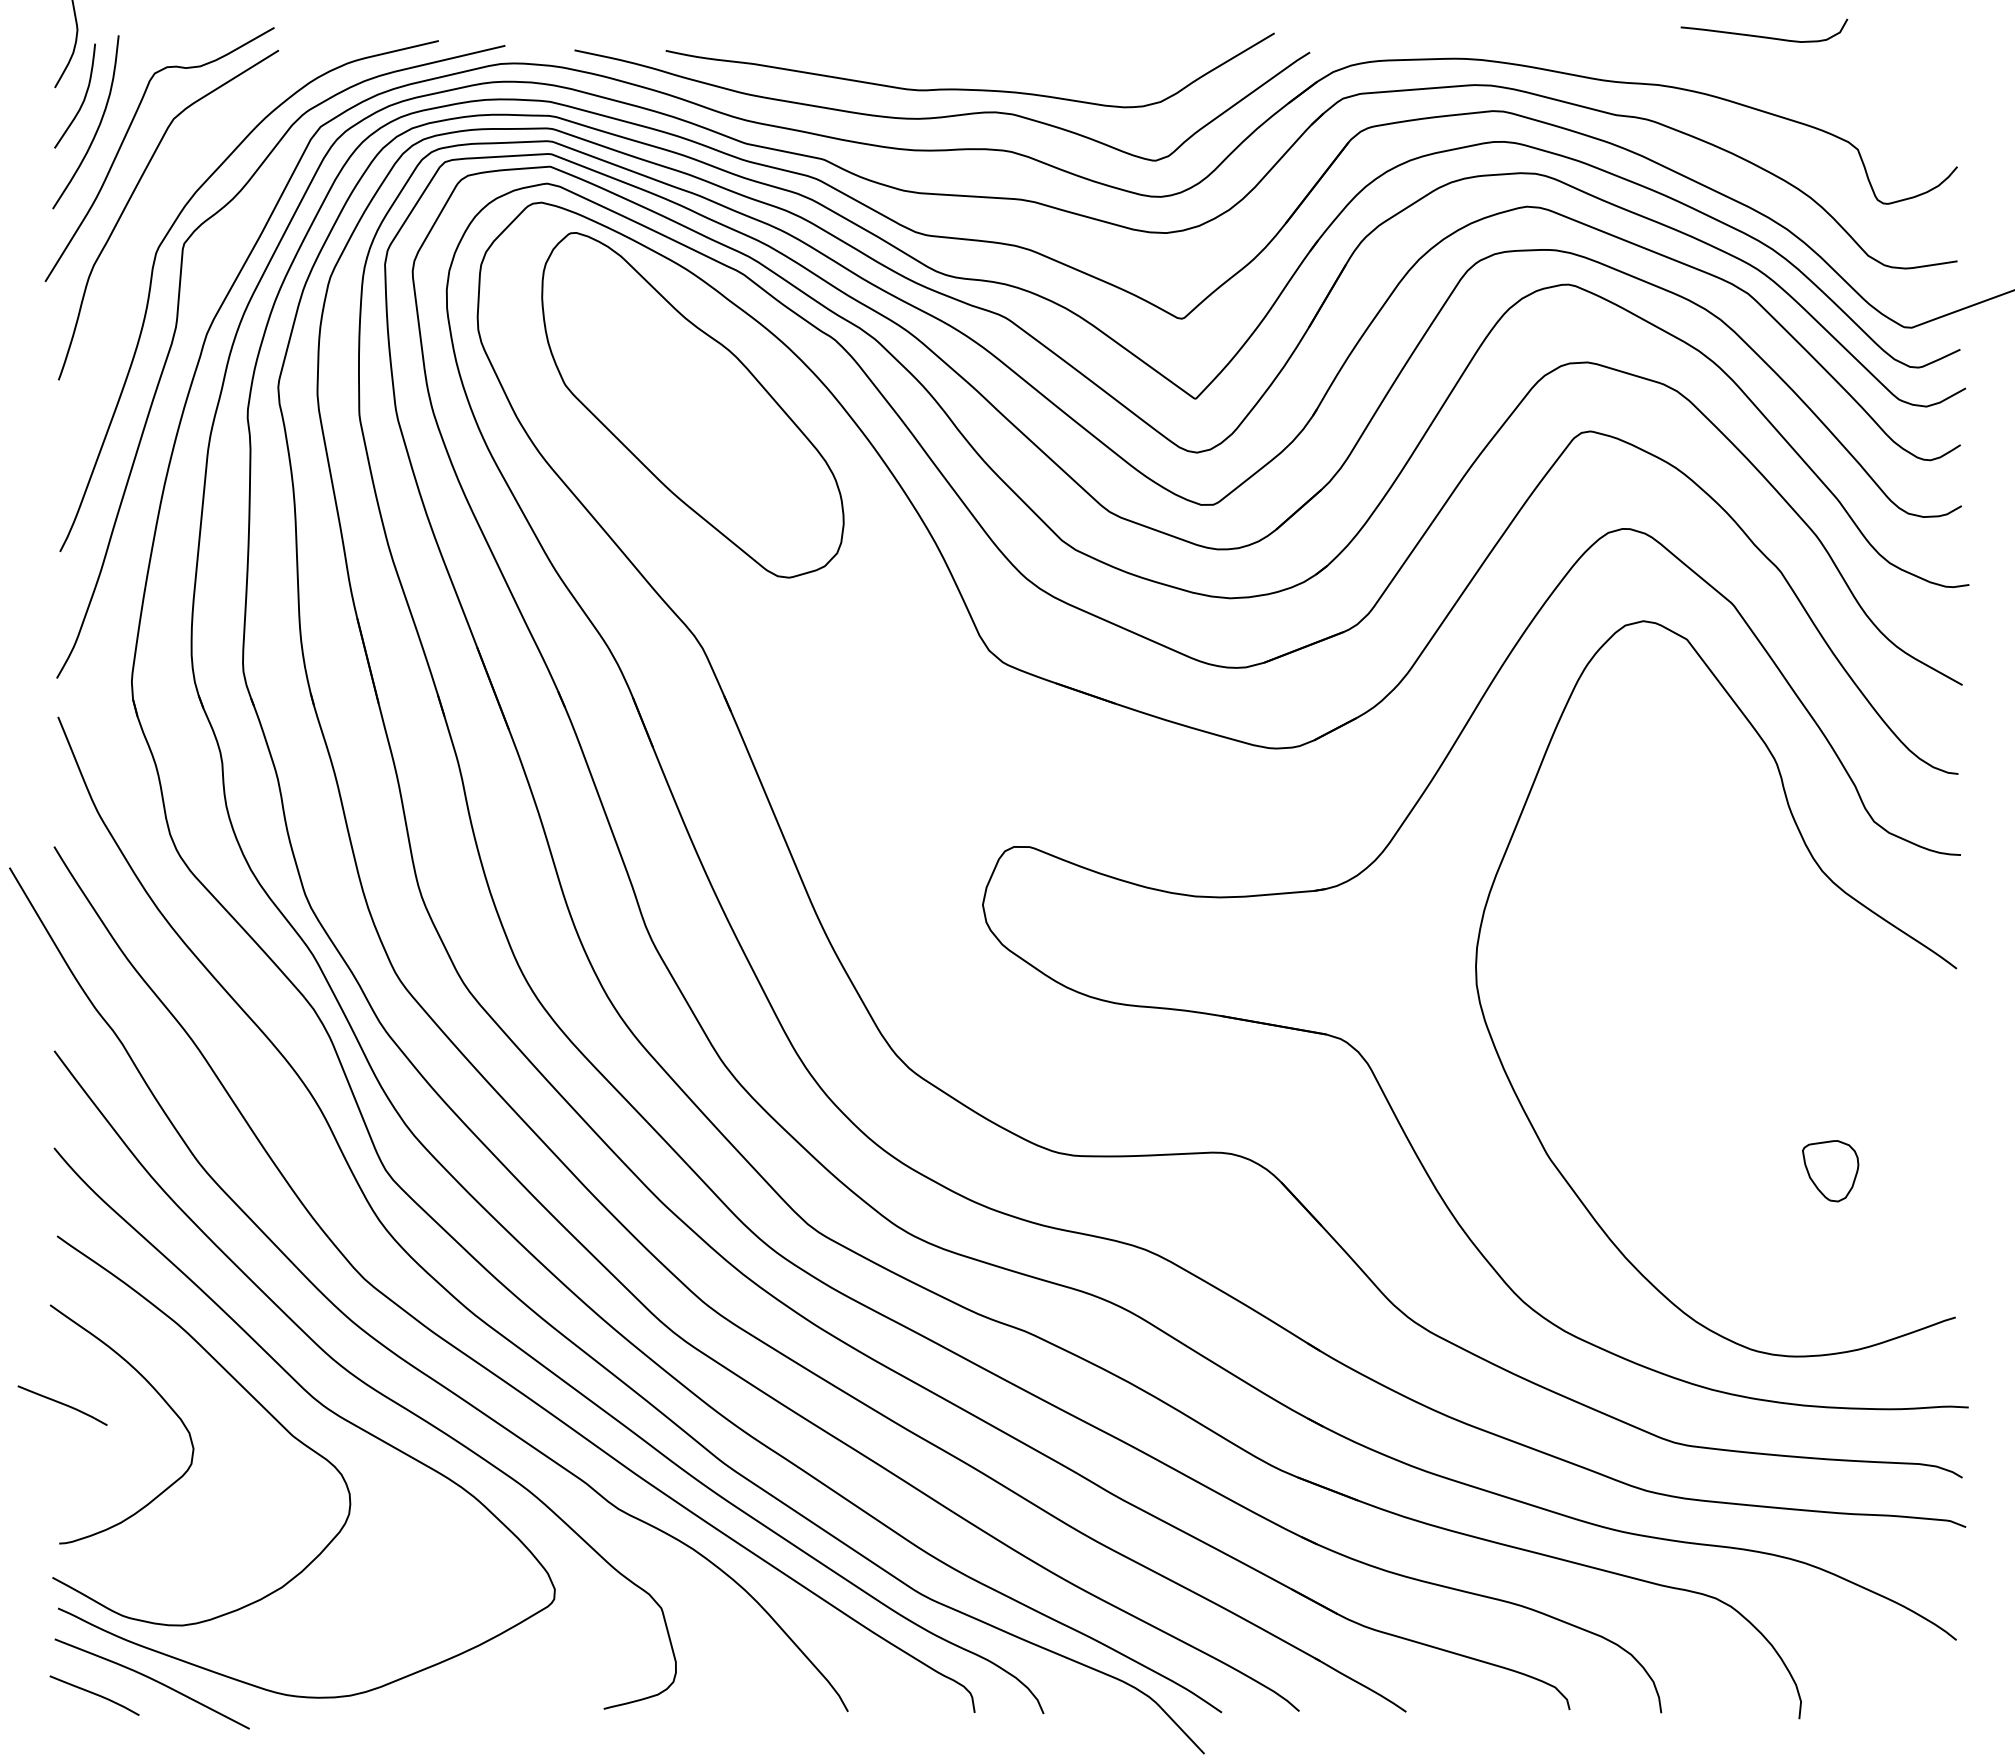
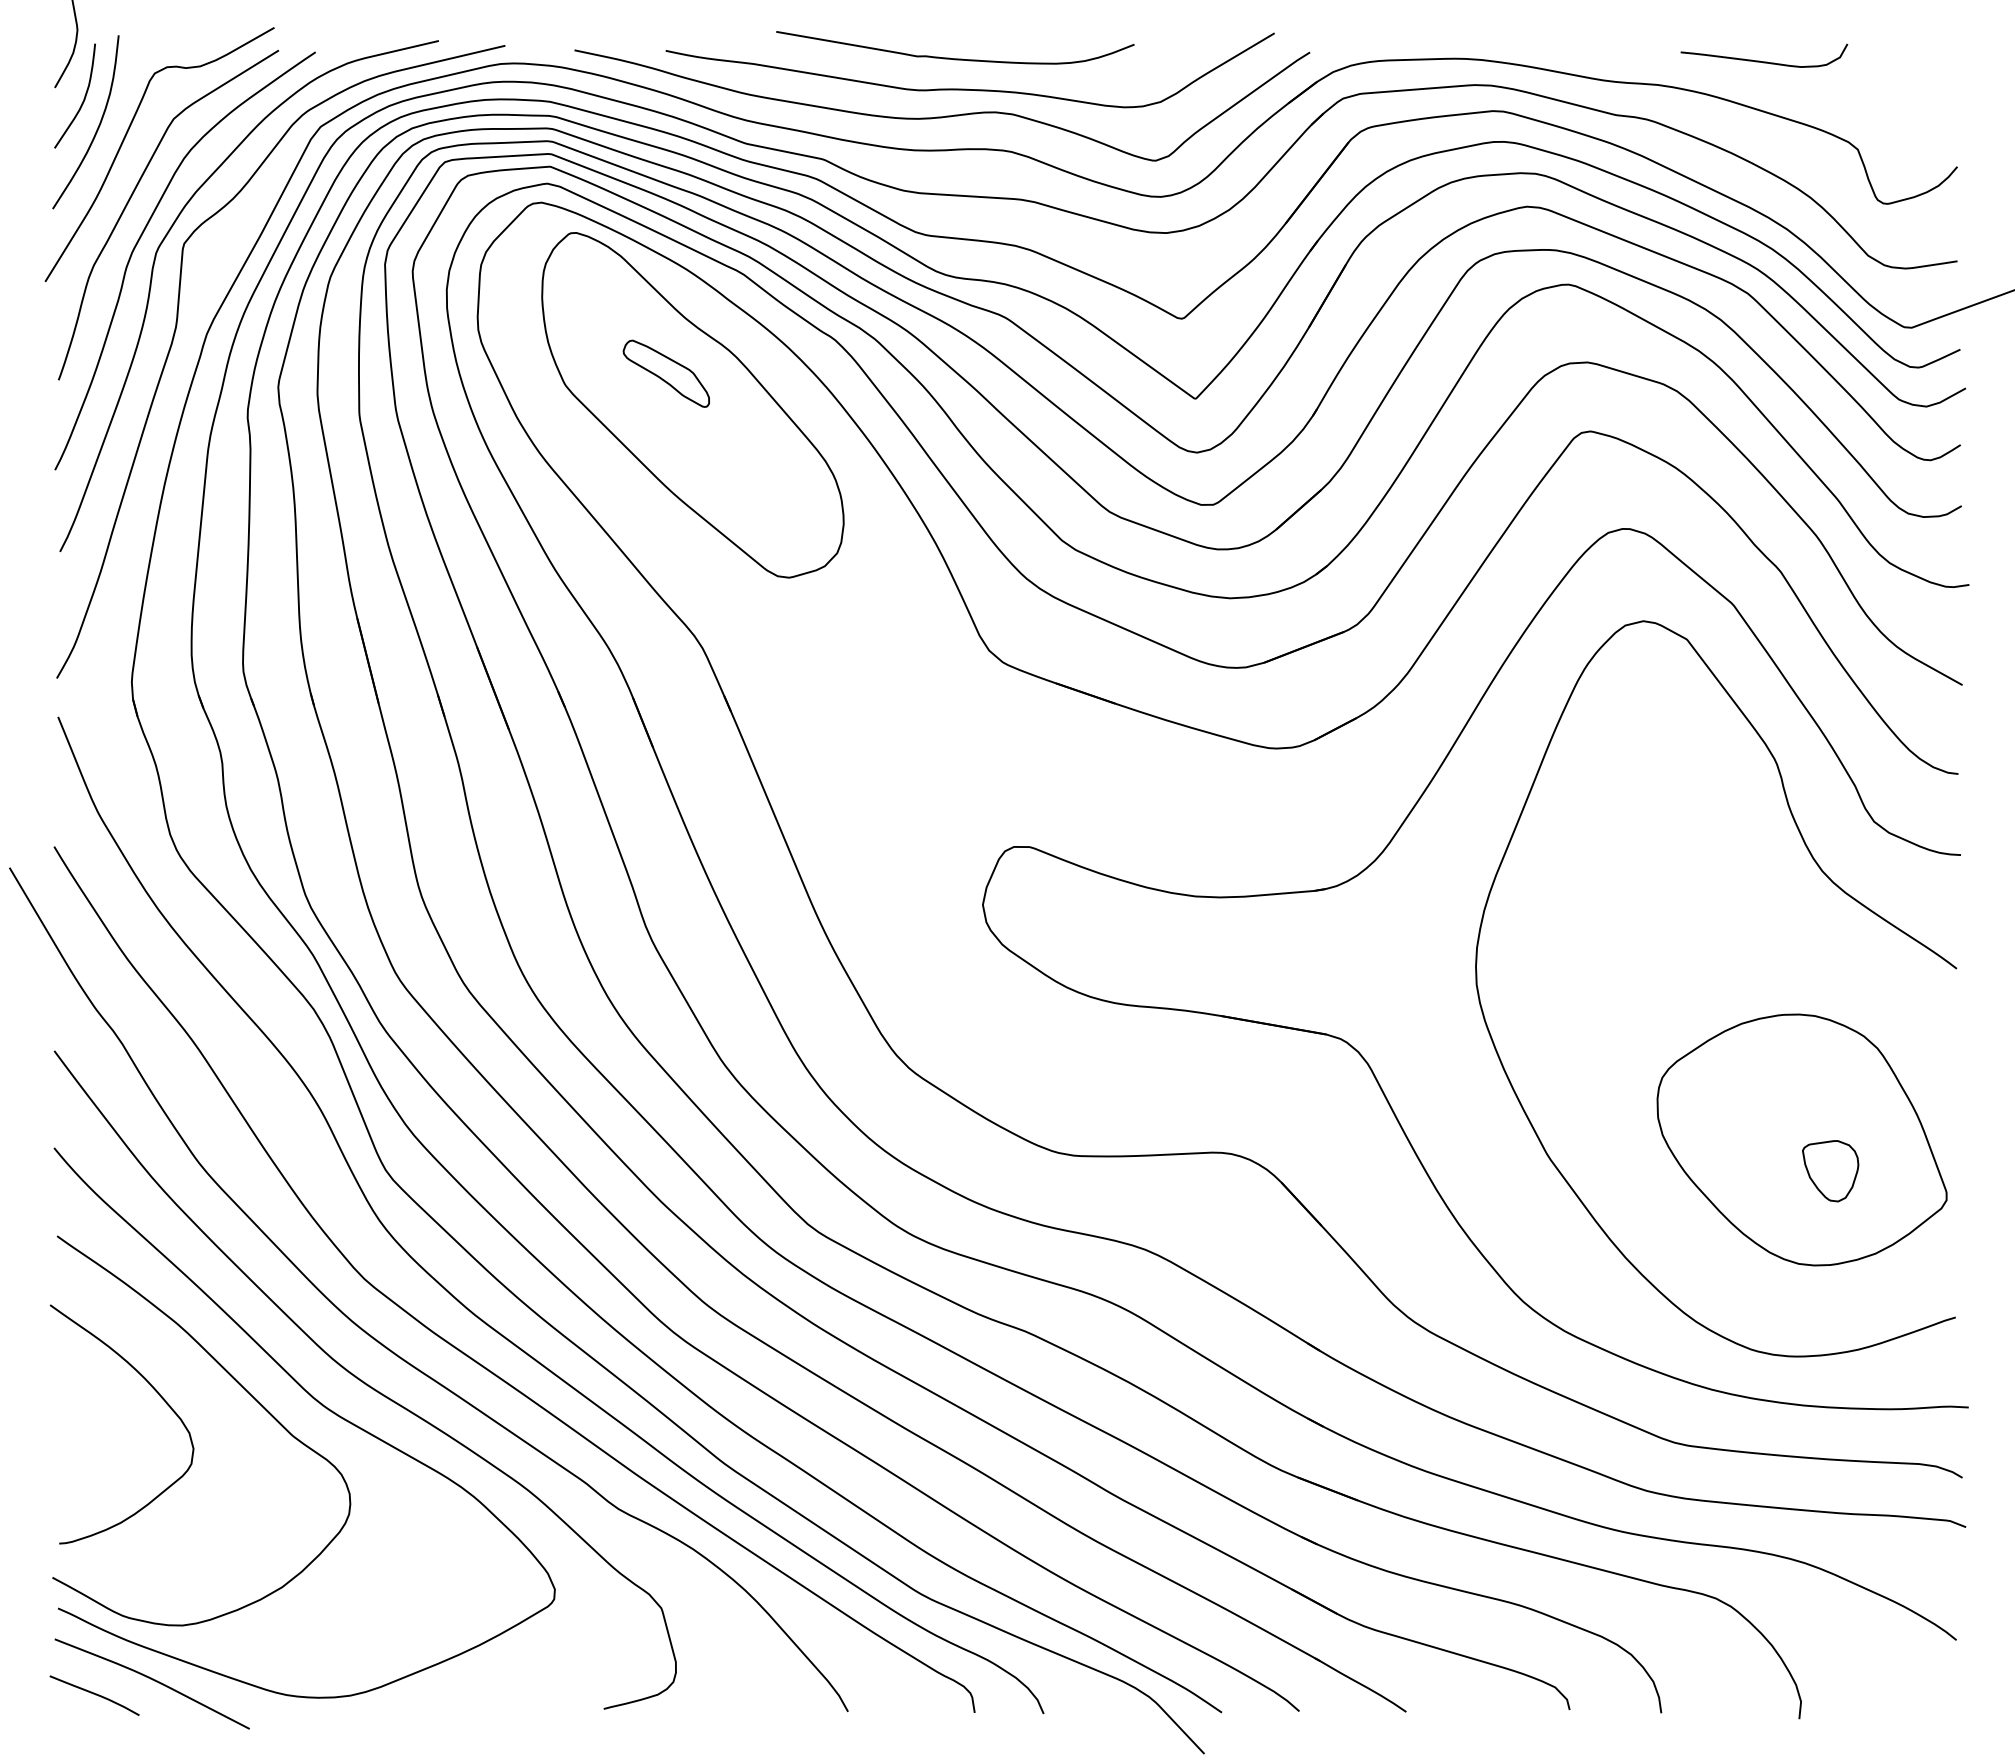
curve at (1764, 36) position: (1764, 36) -> (1764, 61)
curve at (955, 58): none -> present
curve at (140, 239): none -> present
part at (665, 373): none -> present
part at (1801, 1139): none -> present
curve at (62, 1404): present -> none
